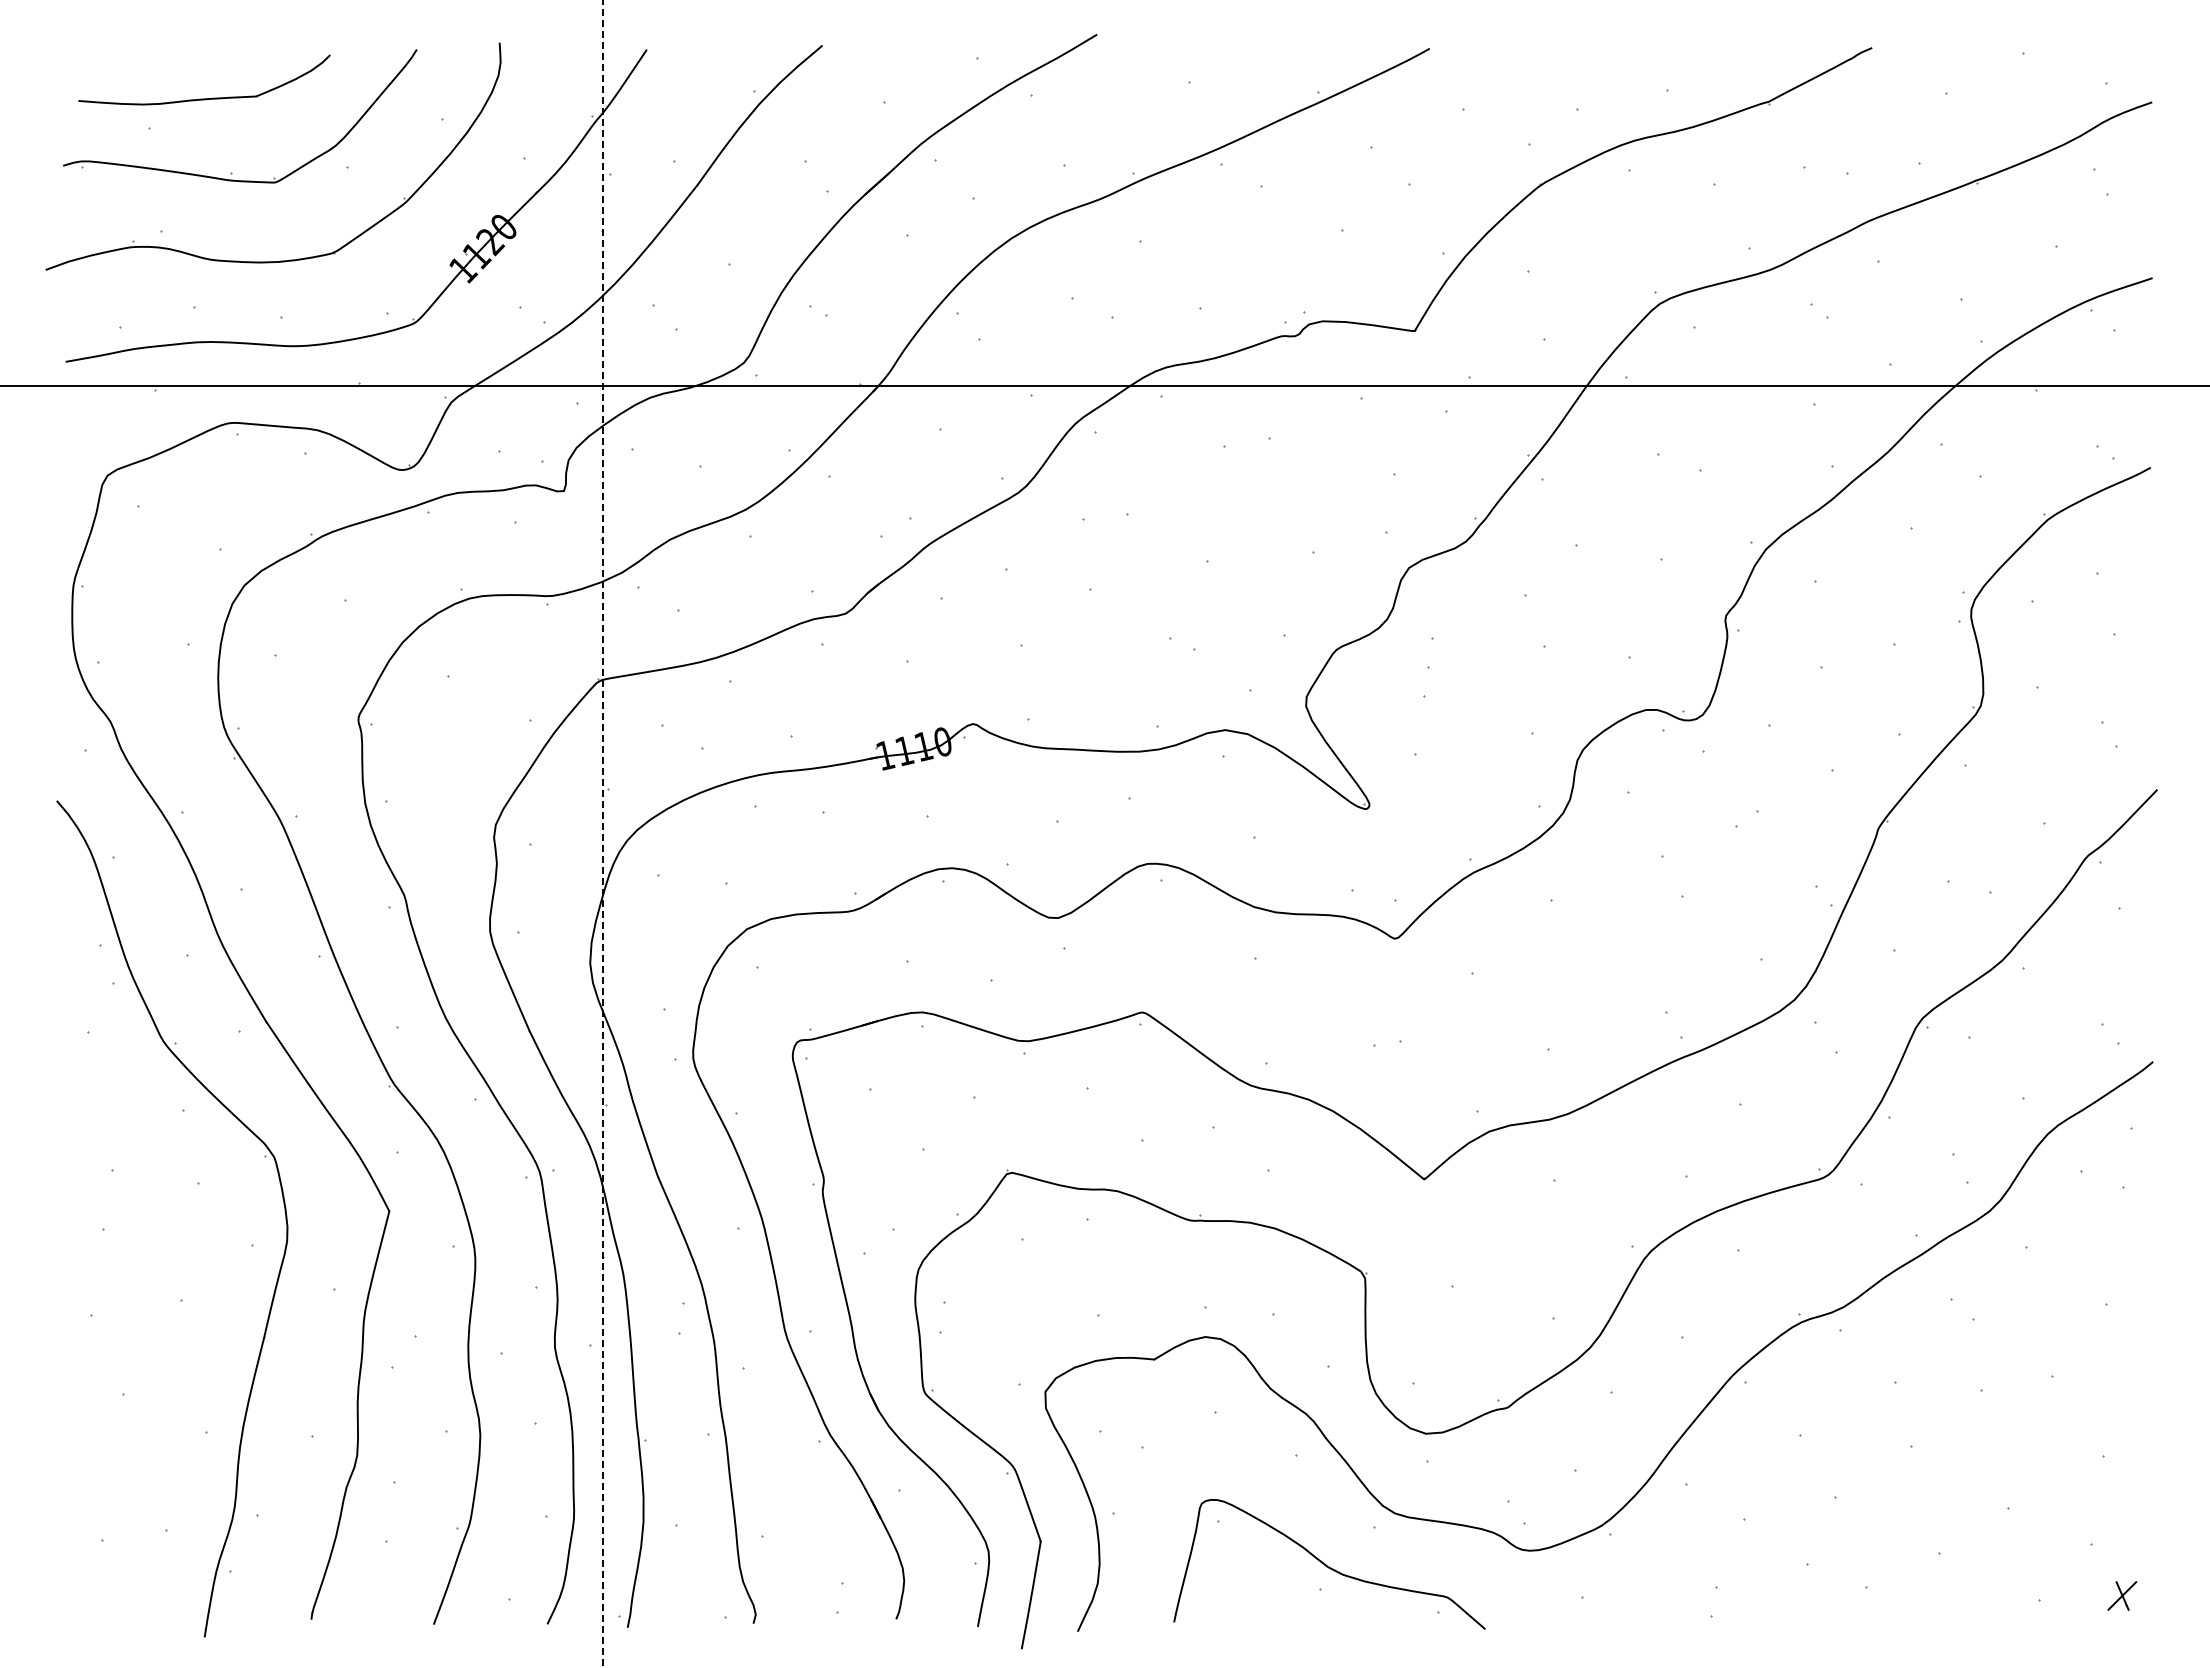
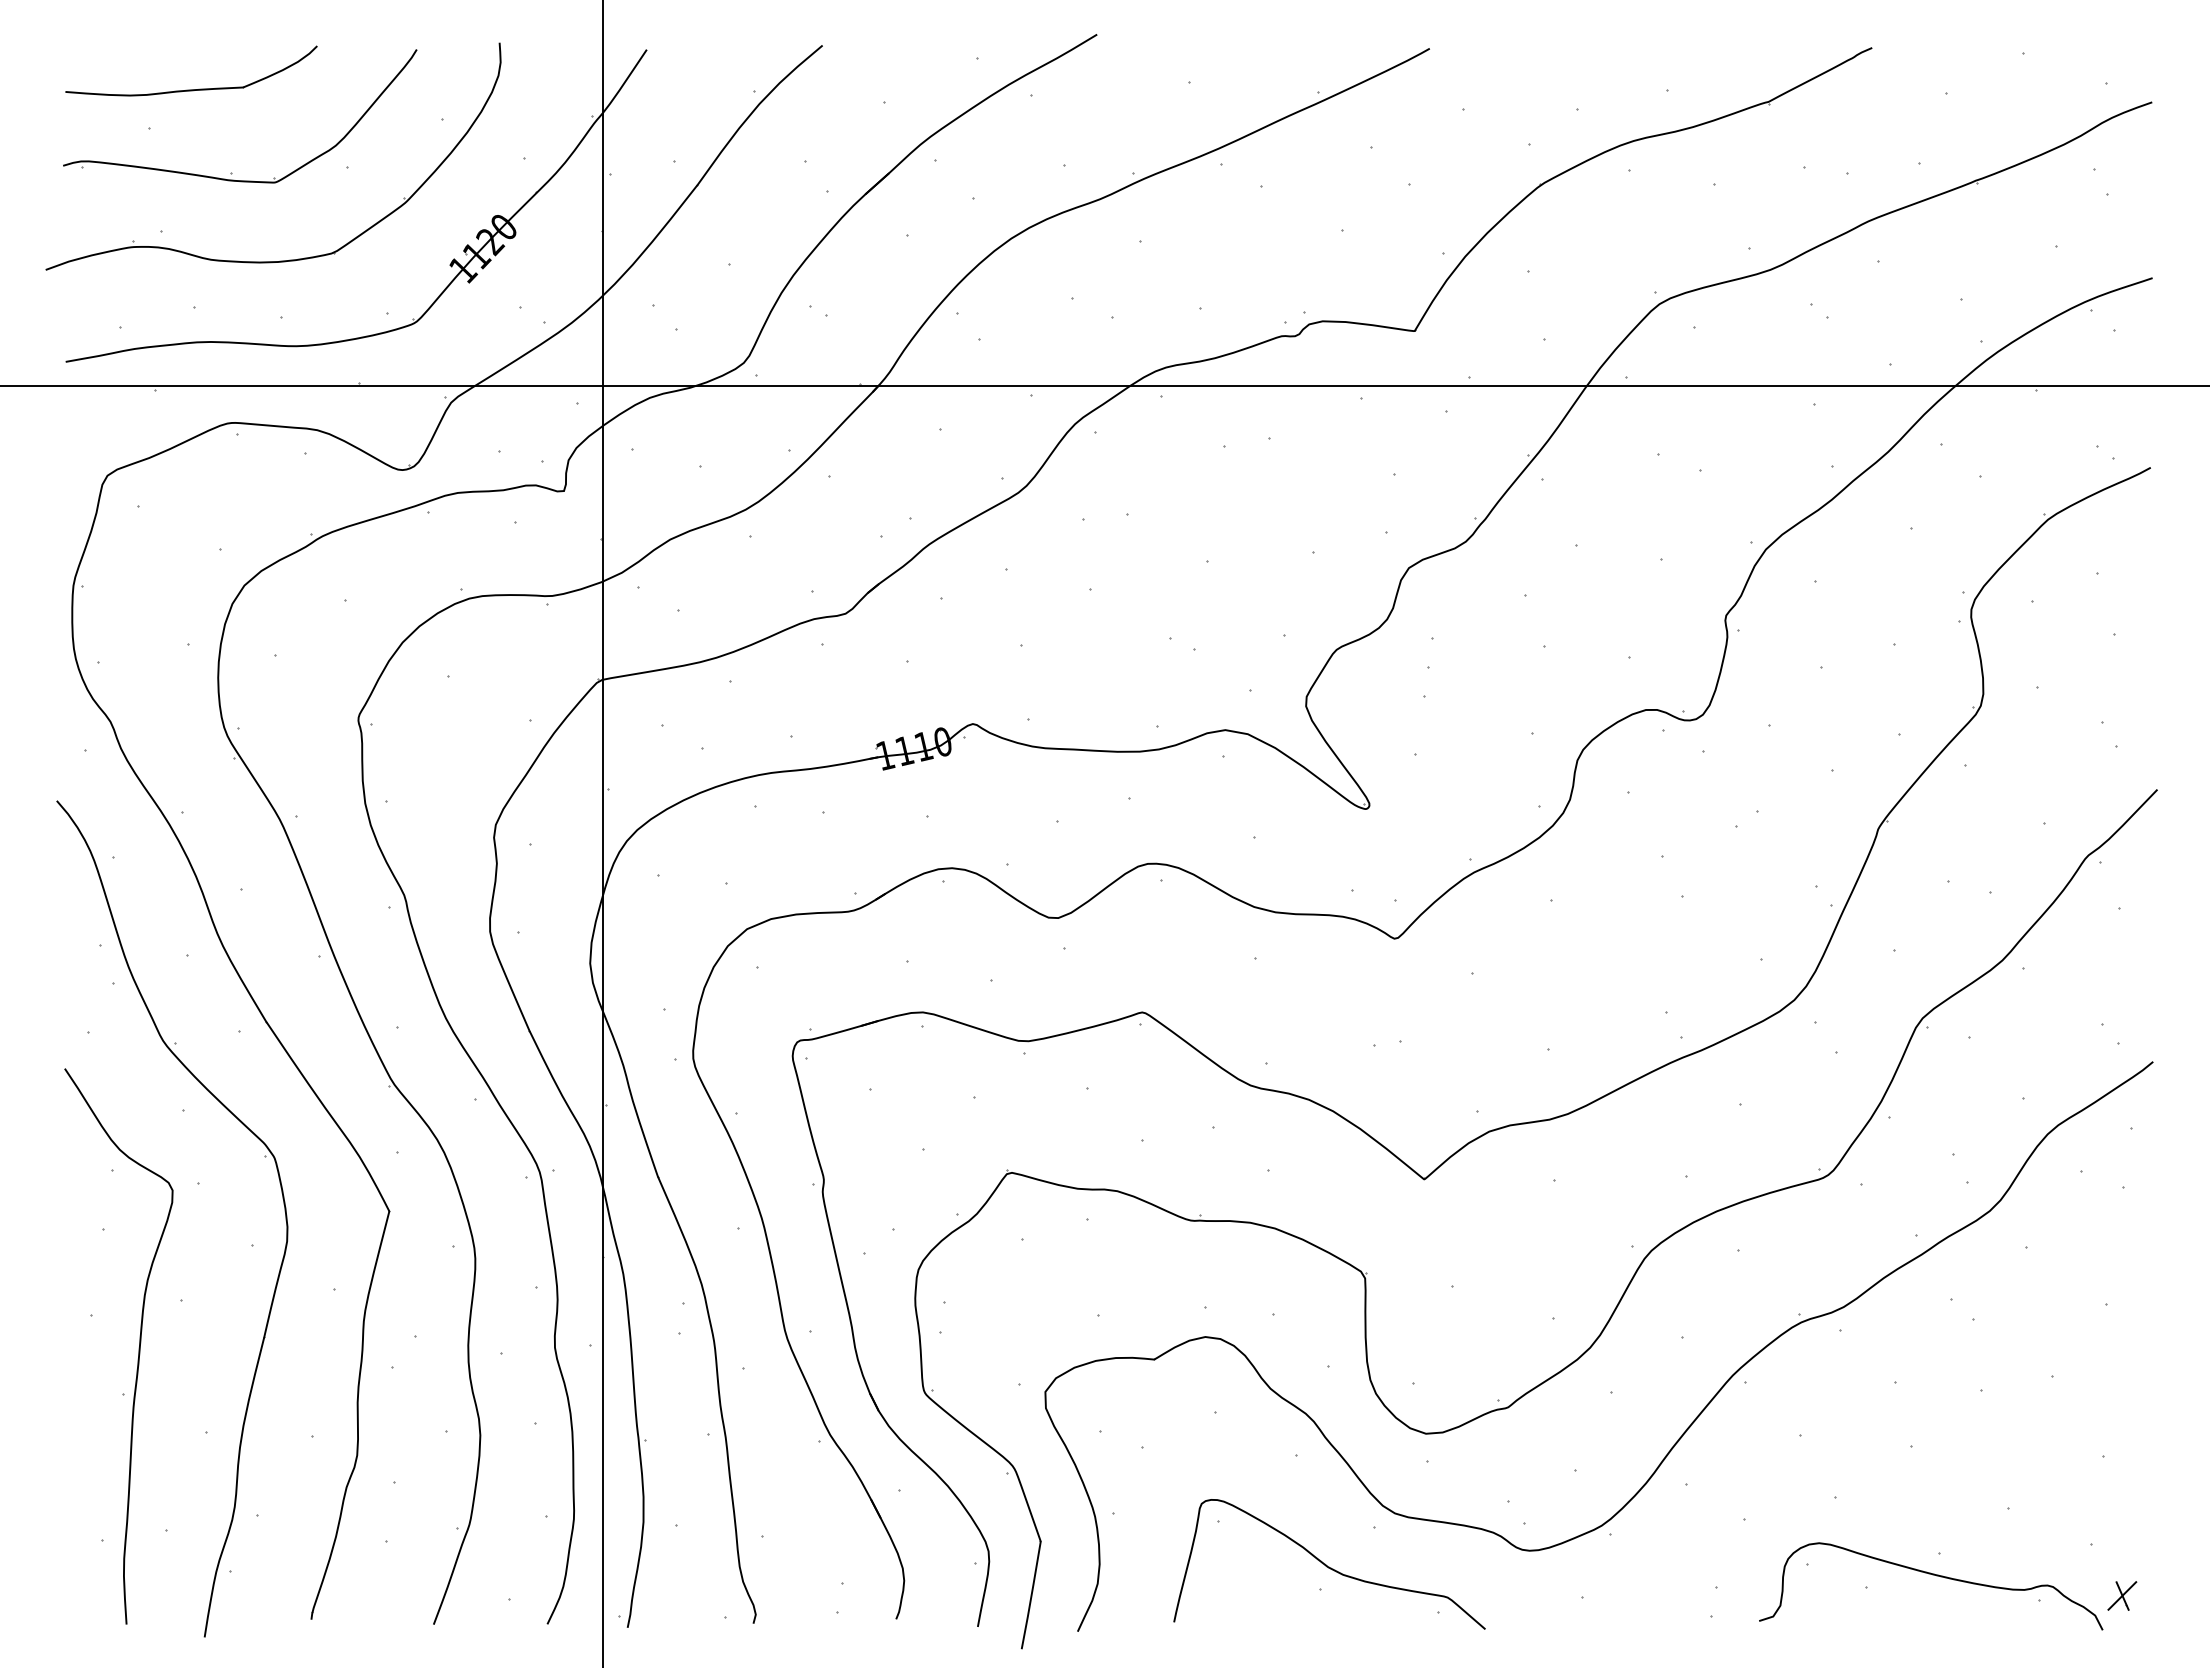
part at (204, 98) position: (204, 98) -> (191, 89)
line at (602, 834): dashed -> solid
curve at (138, 1347): none -> present
curve at (1932, 1575): none -> present
